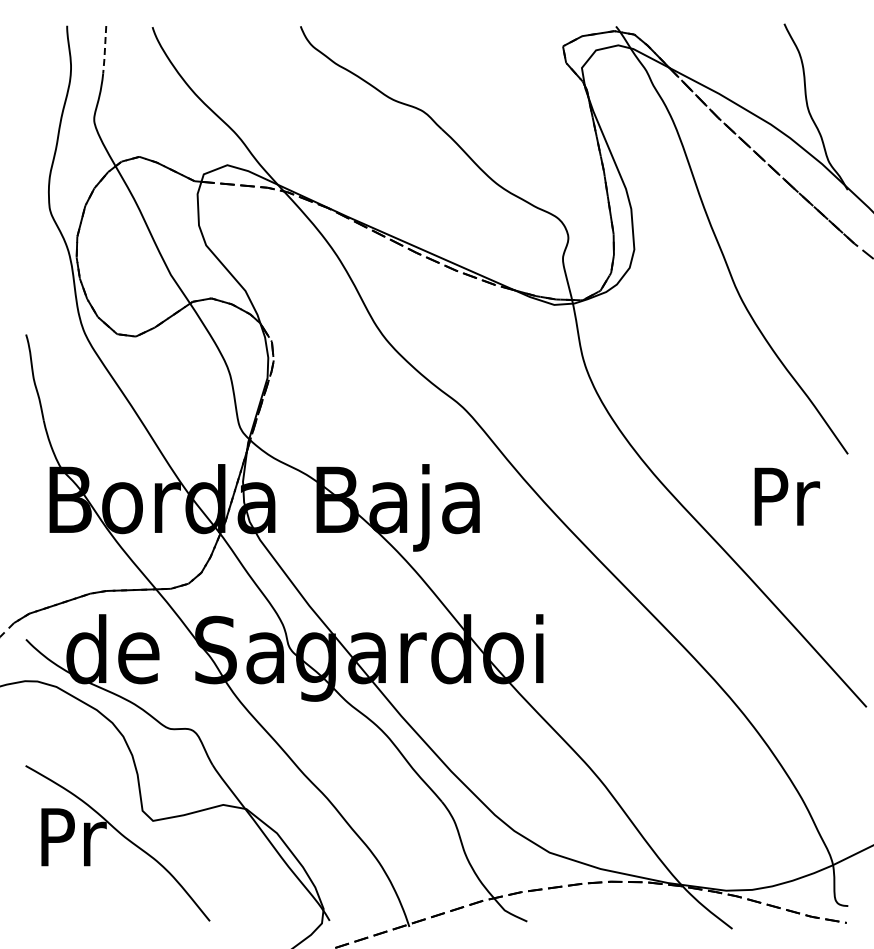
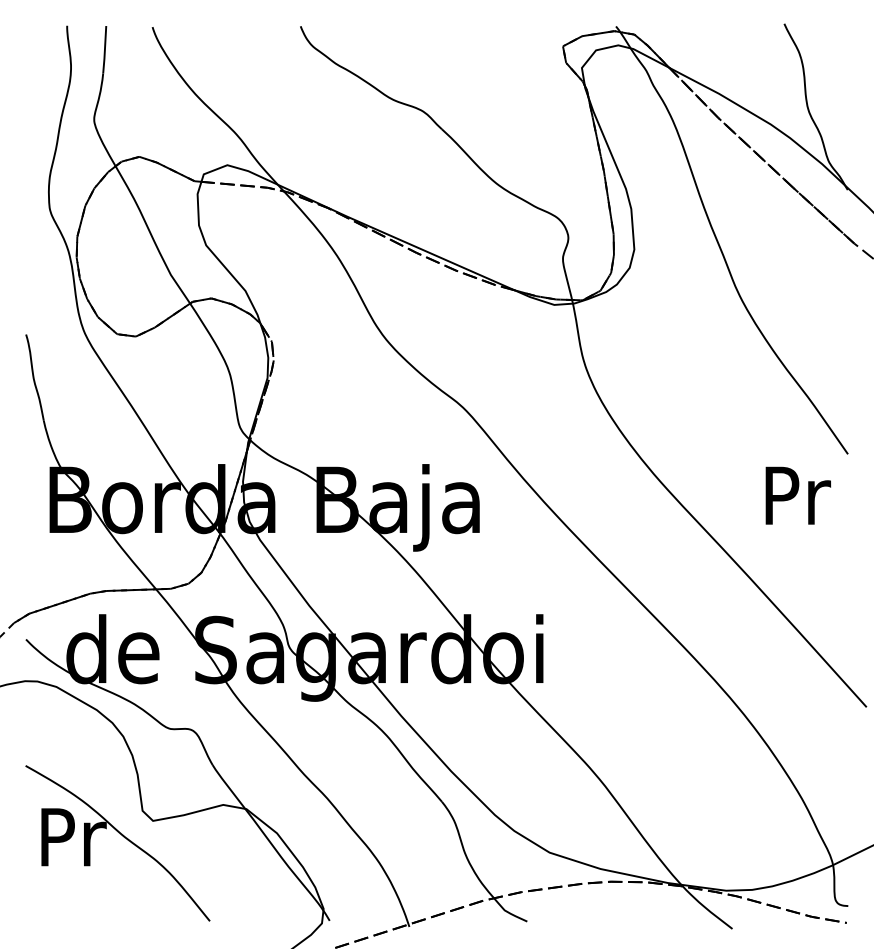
line at (104, 50): dashed -> solid
text at (786, 496) position: (786, 496) -> (797, 495)
